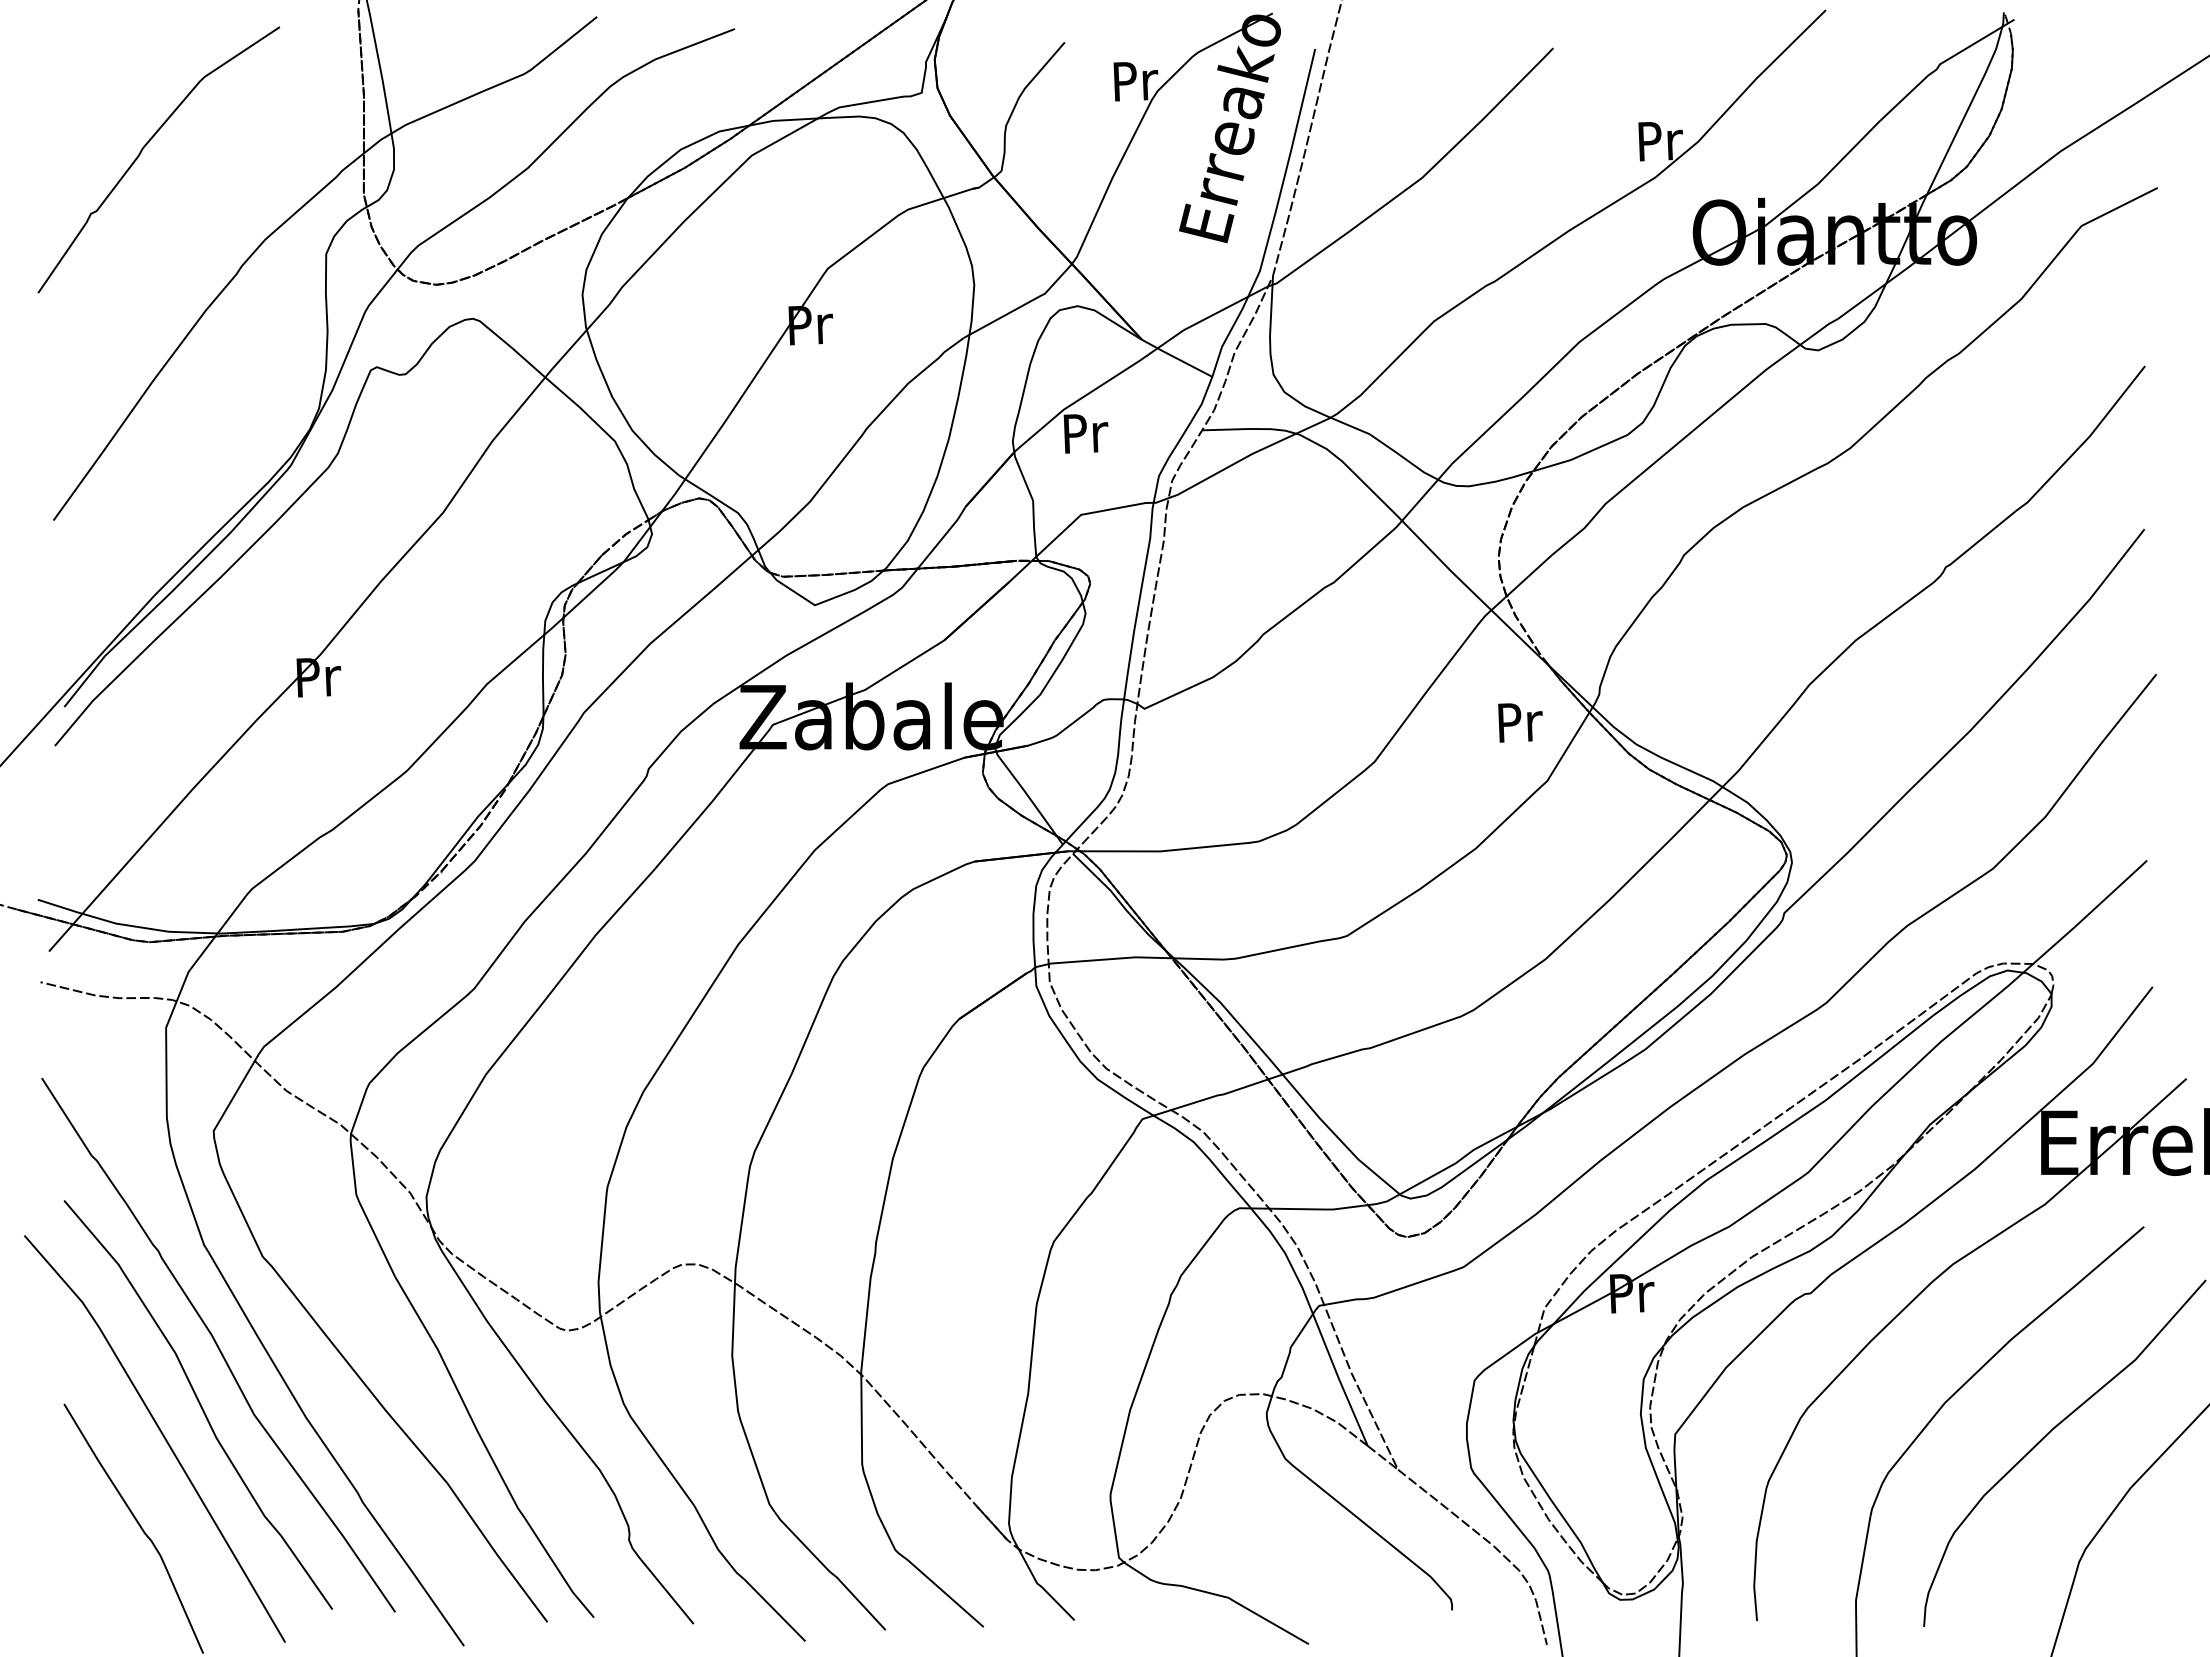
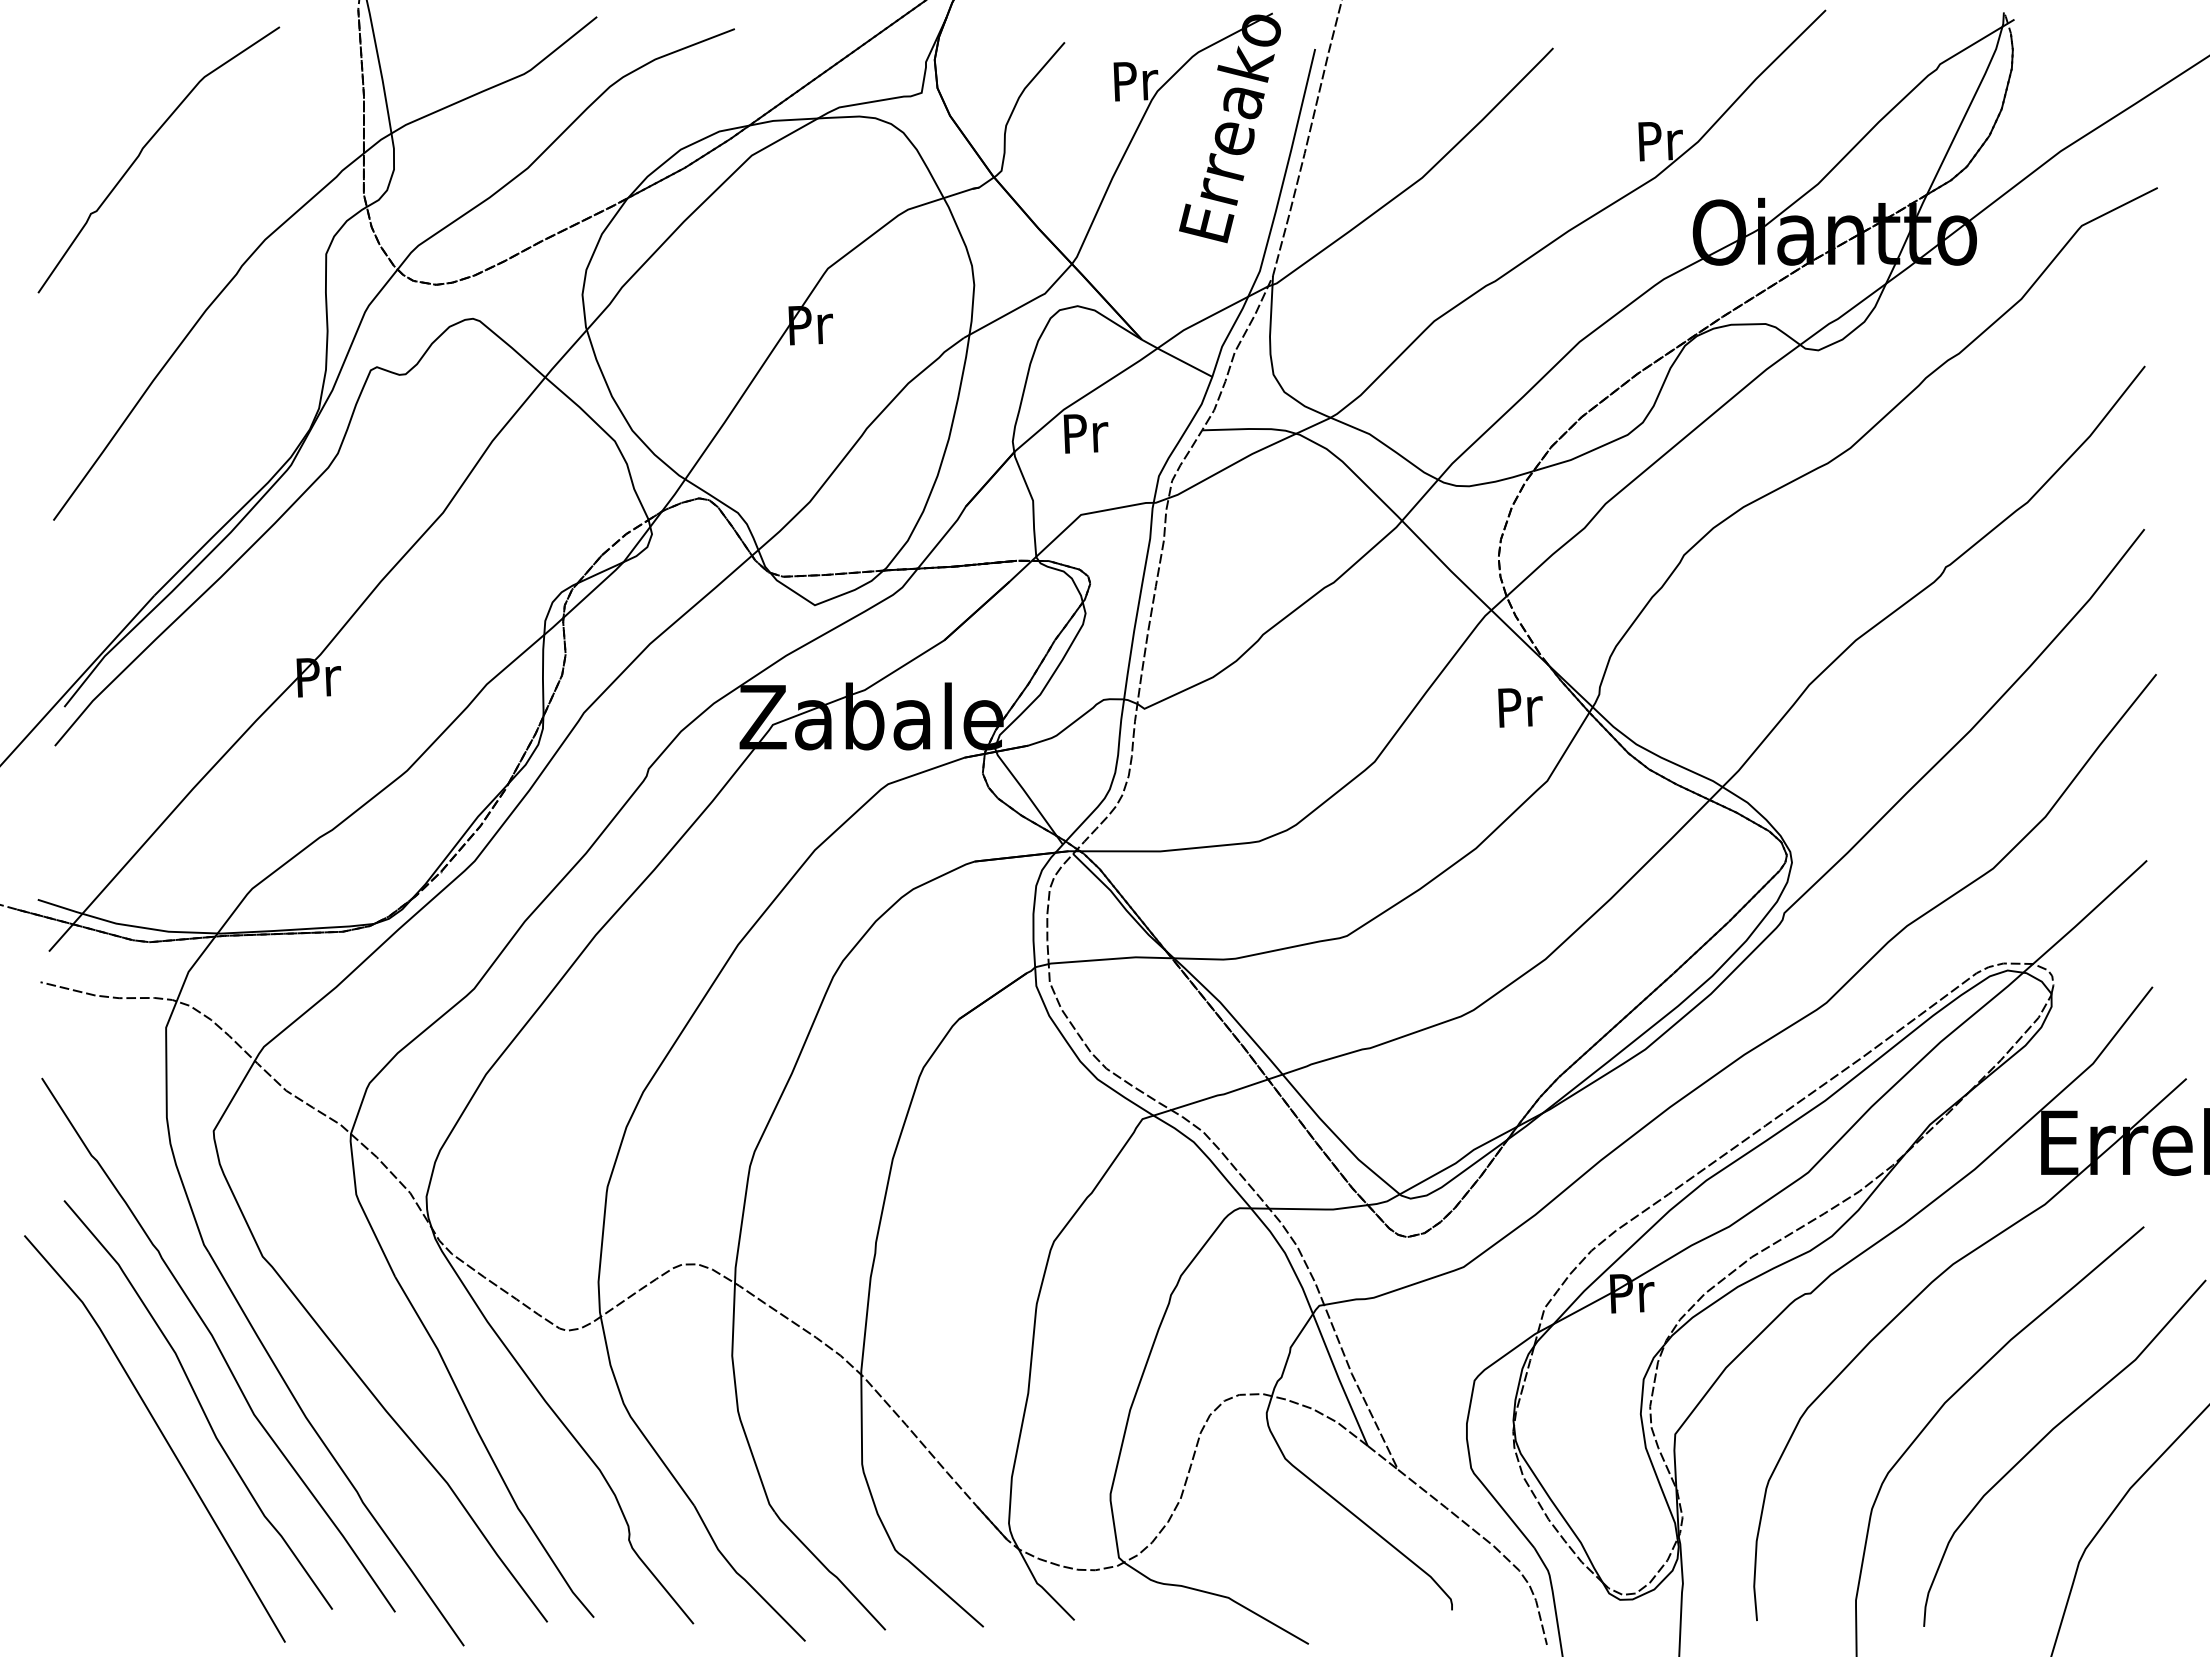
text at (1520, 722) position: (1520, 722) -> (1520, 707)
curve at (138, 1525): present -> none
